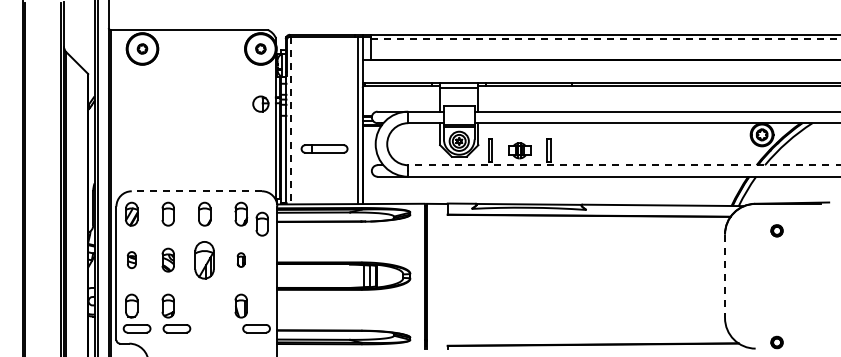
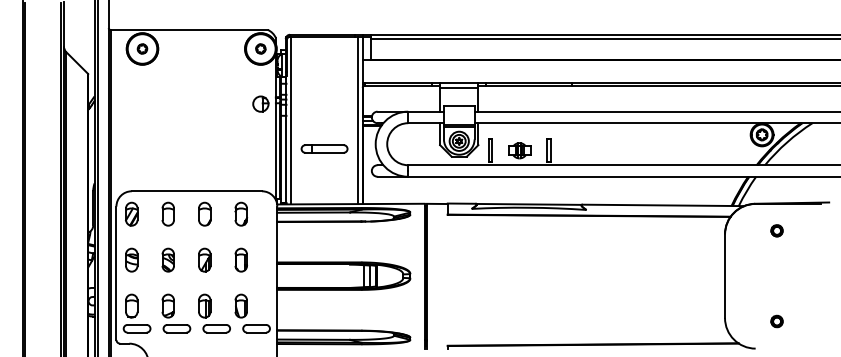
line at (605, 39): dashed -> solid
line at (291, 120): dashed -> solid
line at (624, 165): dashed -> solid
line at (196, 191): dashed -> solid
part at (261, 223): present -> none
part at (131, 259) size: 10x18 px -> 14x26 px
part at (240, 259) size: 10x16 px -> 14x26 px
part at (204, 260) size: 21x39 px -> 14x26 px
line at (725, 276): dashed -> solid
part at (214, 313): none -> present
part at (776, 342) position: (776, 342) -> (776, 321)
